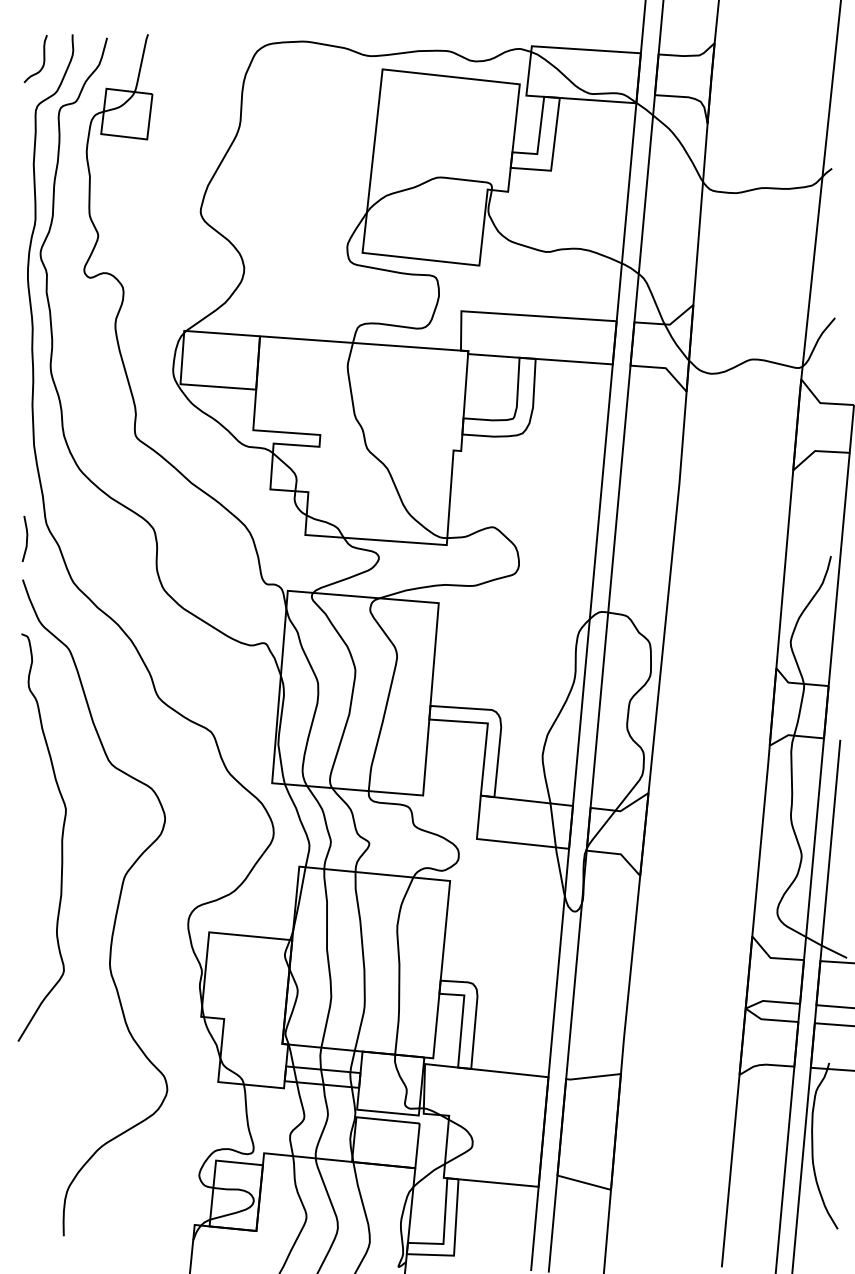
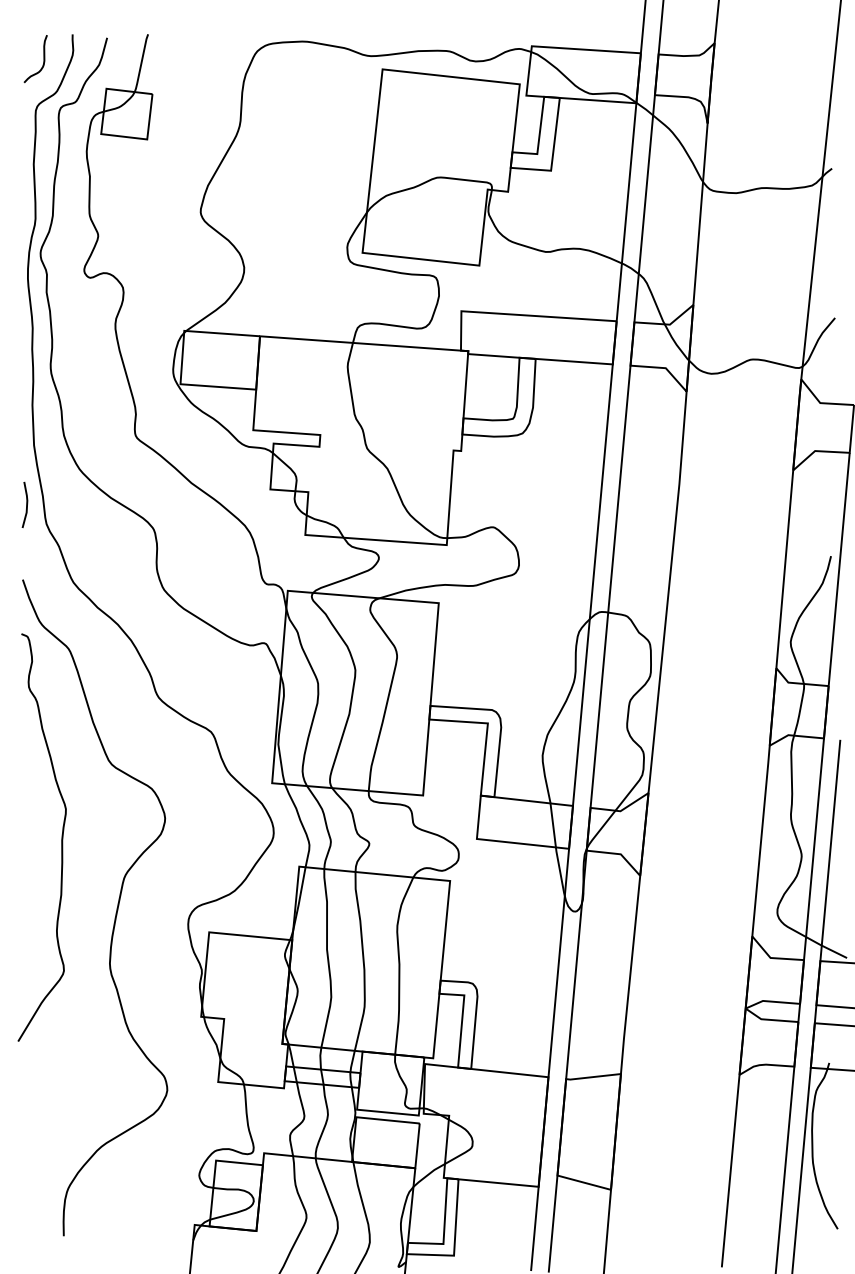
line at (26, 538) position: (26, 538) -> (26, 504)
